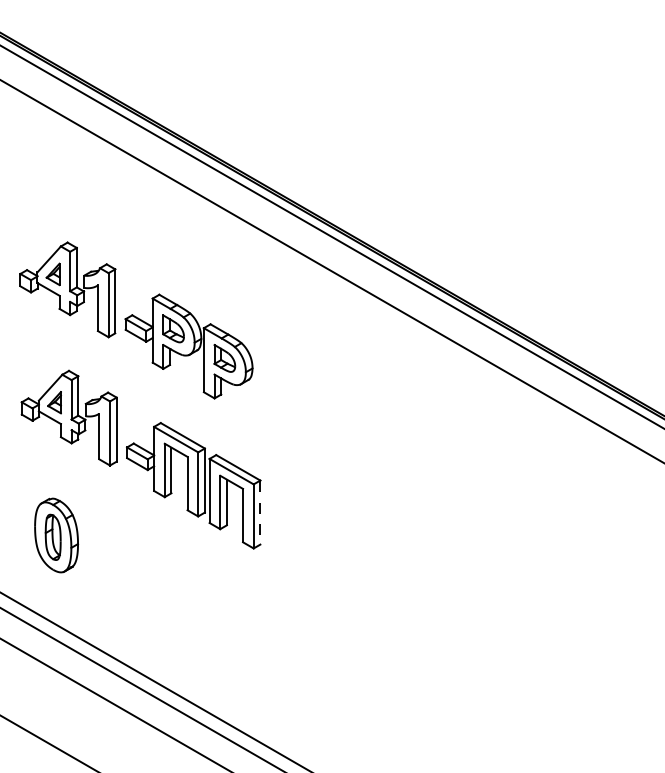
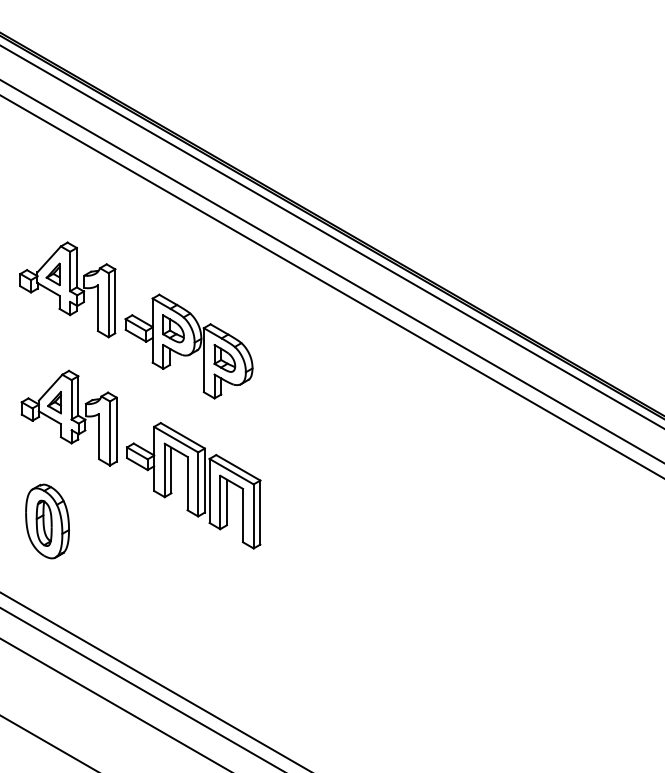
line at (331, 286): none -> present
line at (260, 513): dashed -> solid
part at (56, 535) position: (56, 535) -> (47, 521)
